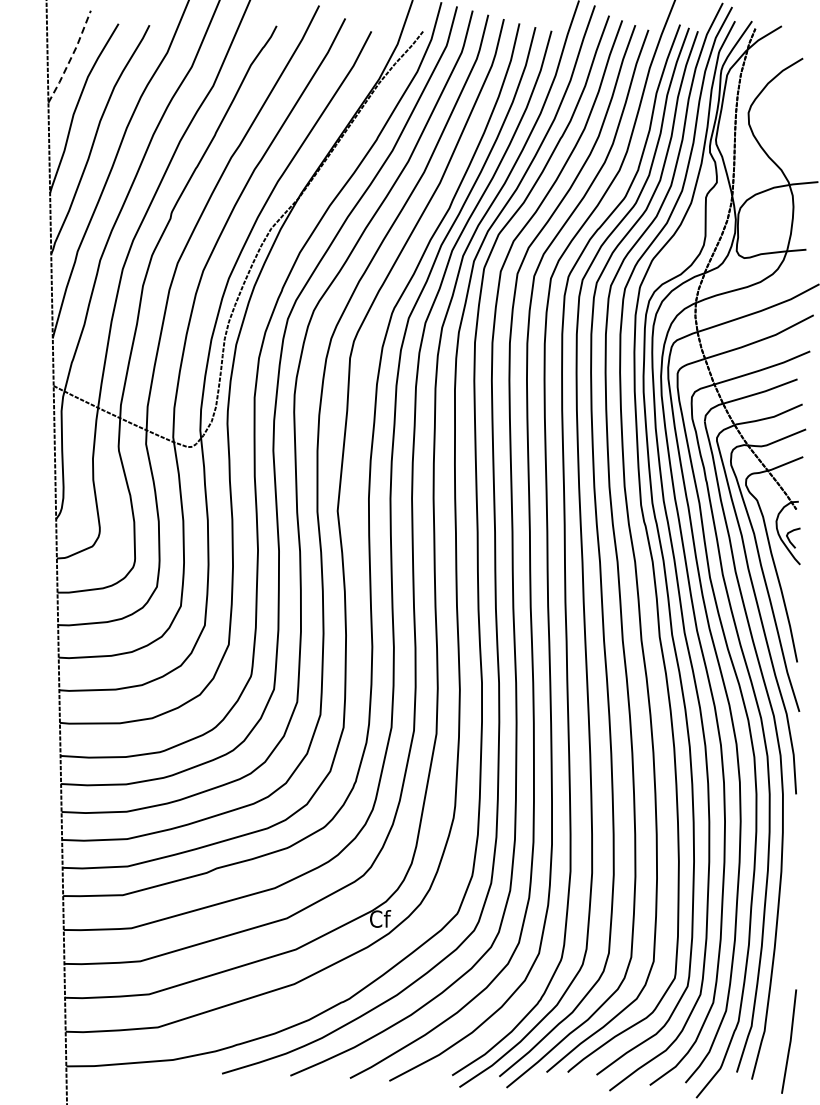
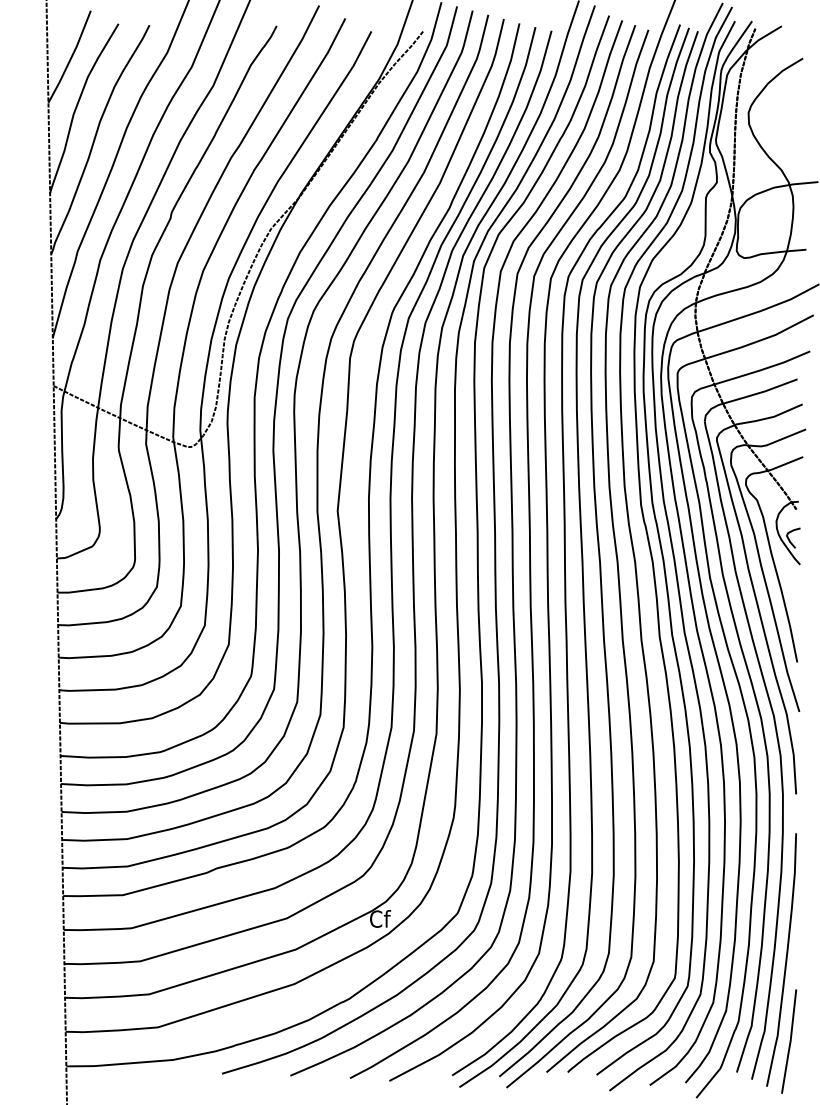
line at (71, 57): dashed -> solid
curve at (785, 959): none -> present
